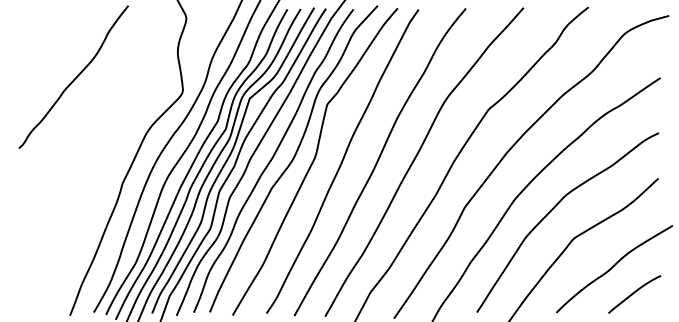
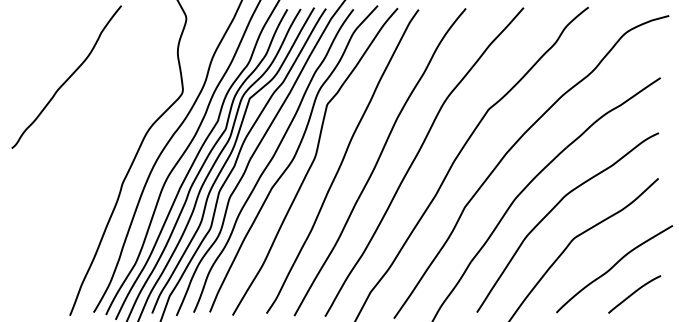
curve at (75, 77) position: (75, 77) -> (68, 77)
